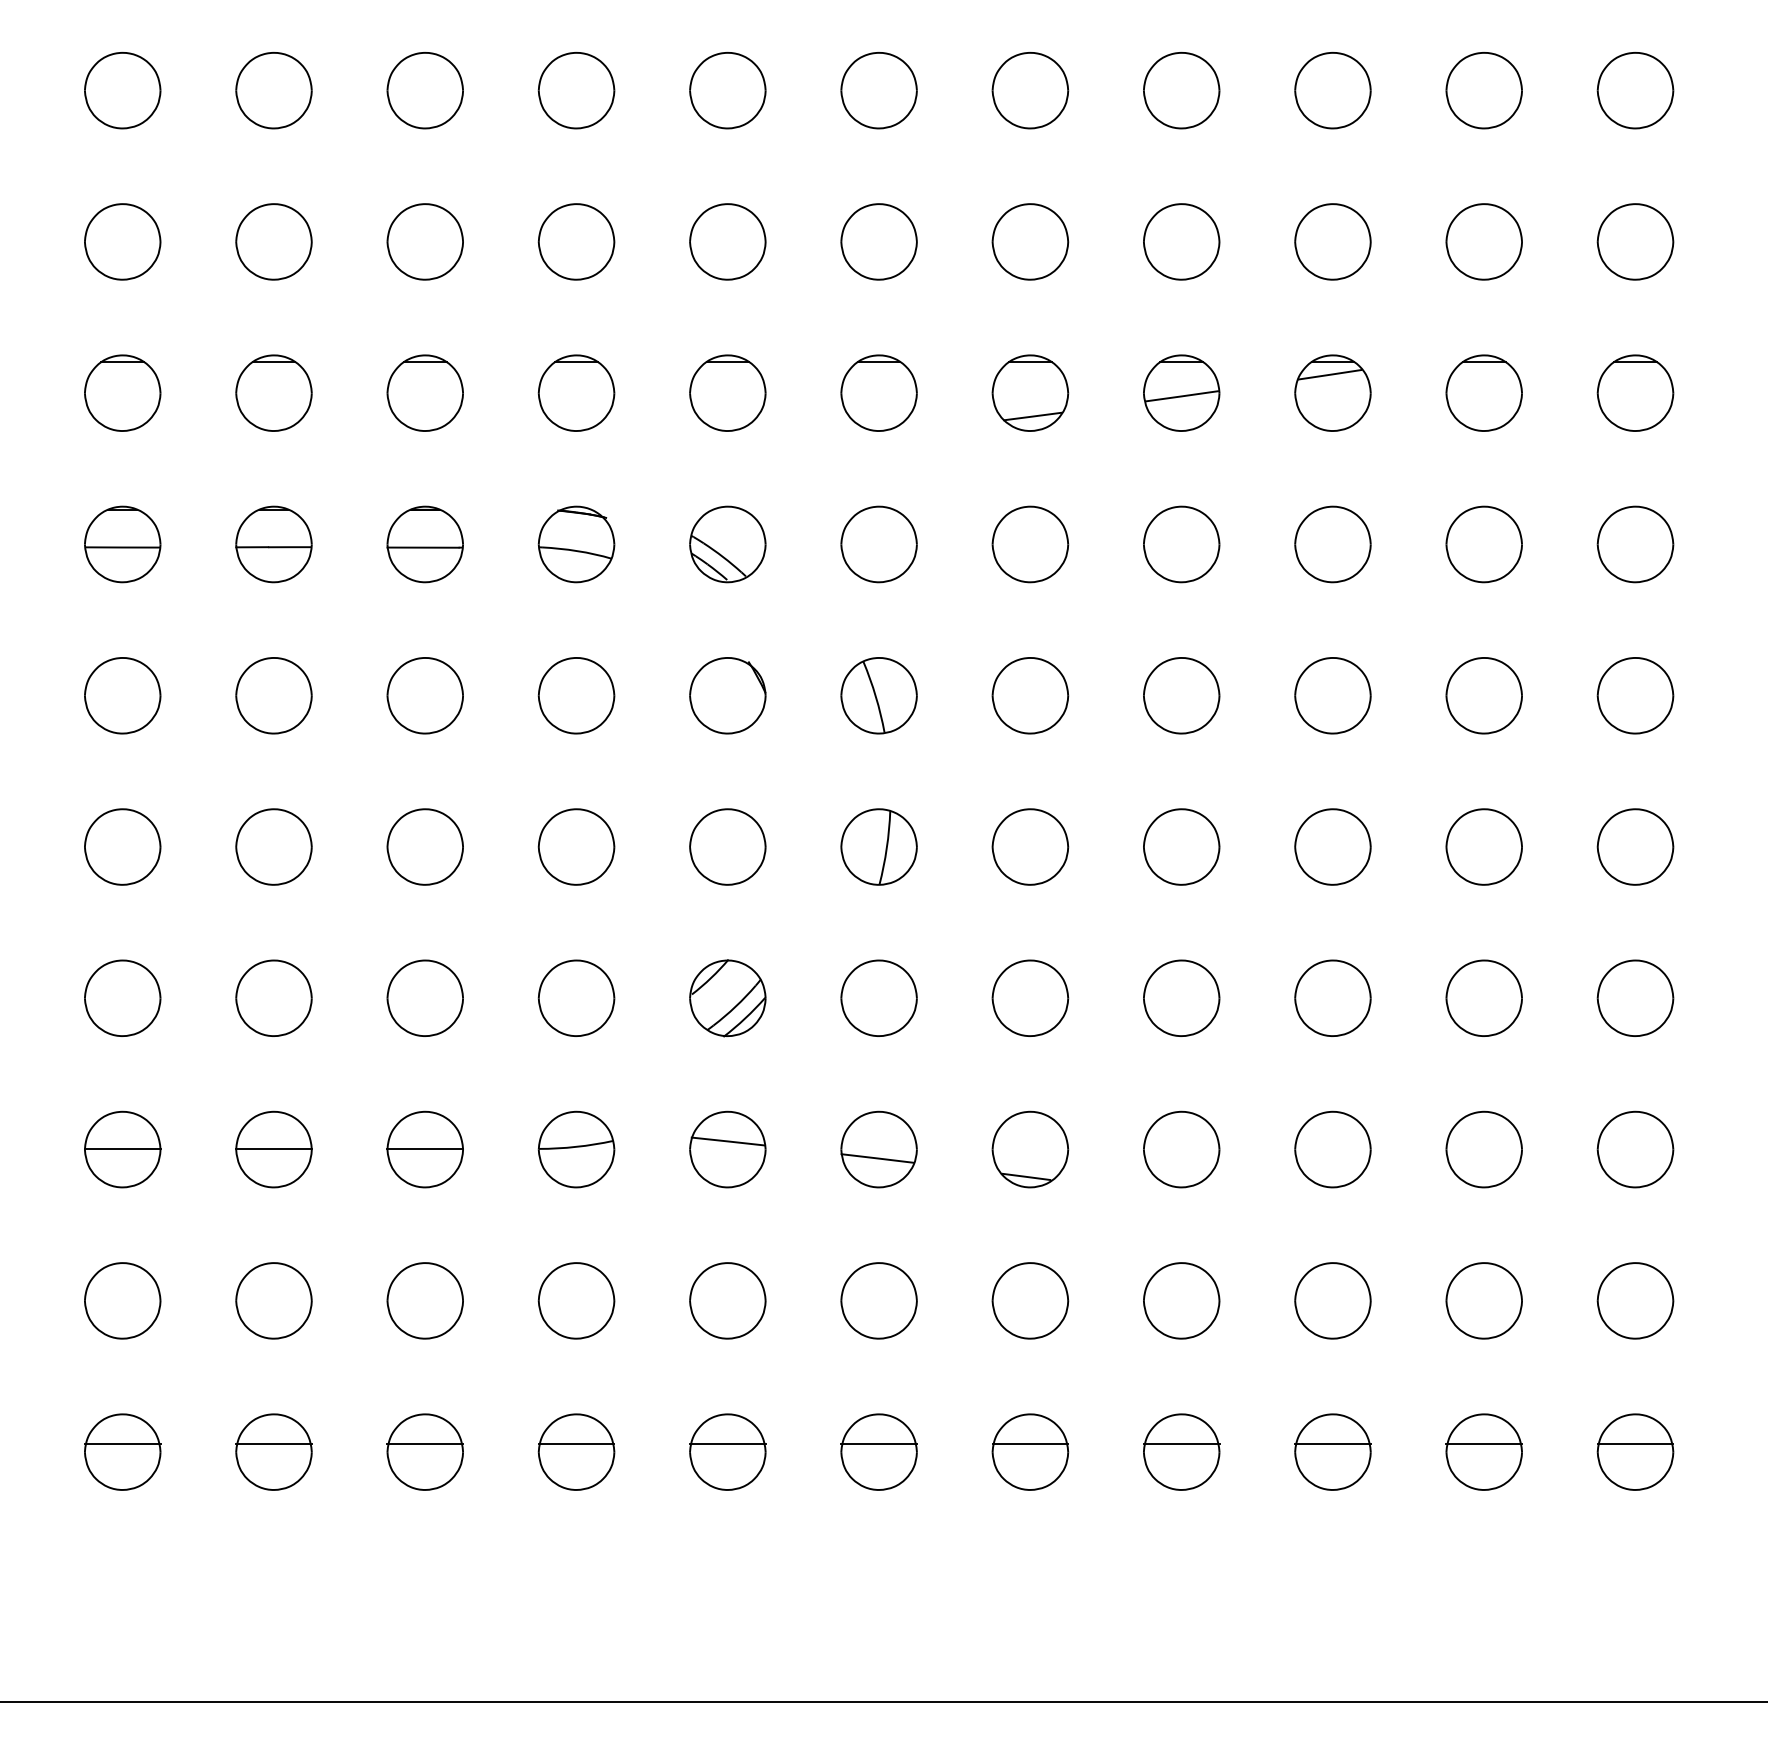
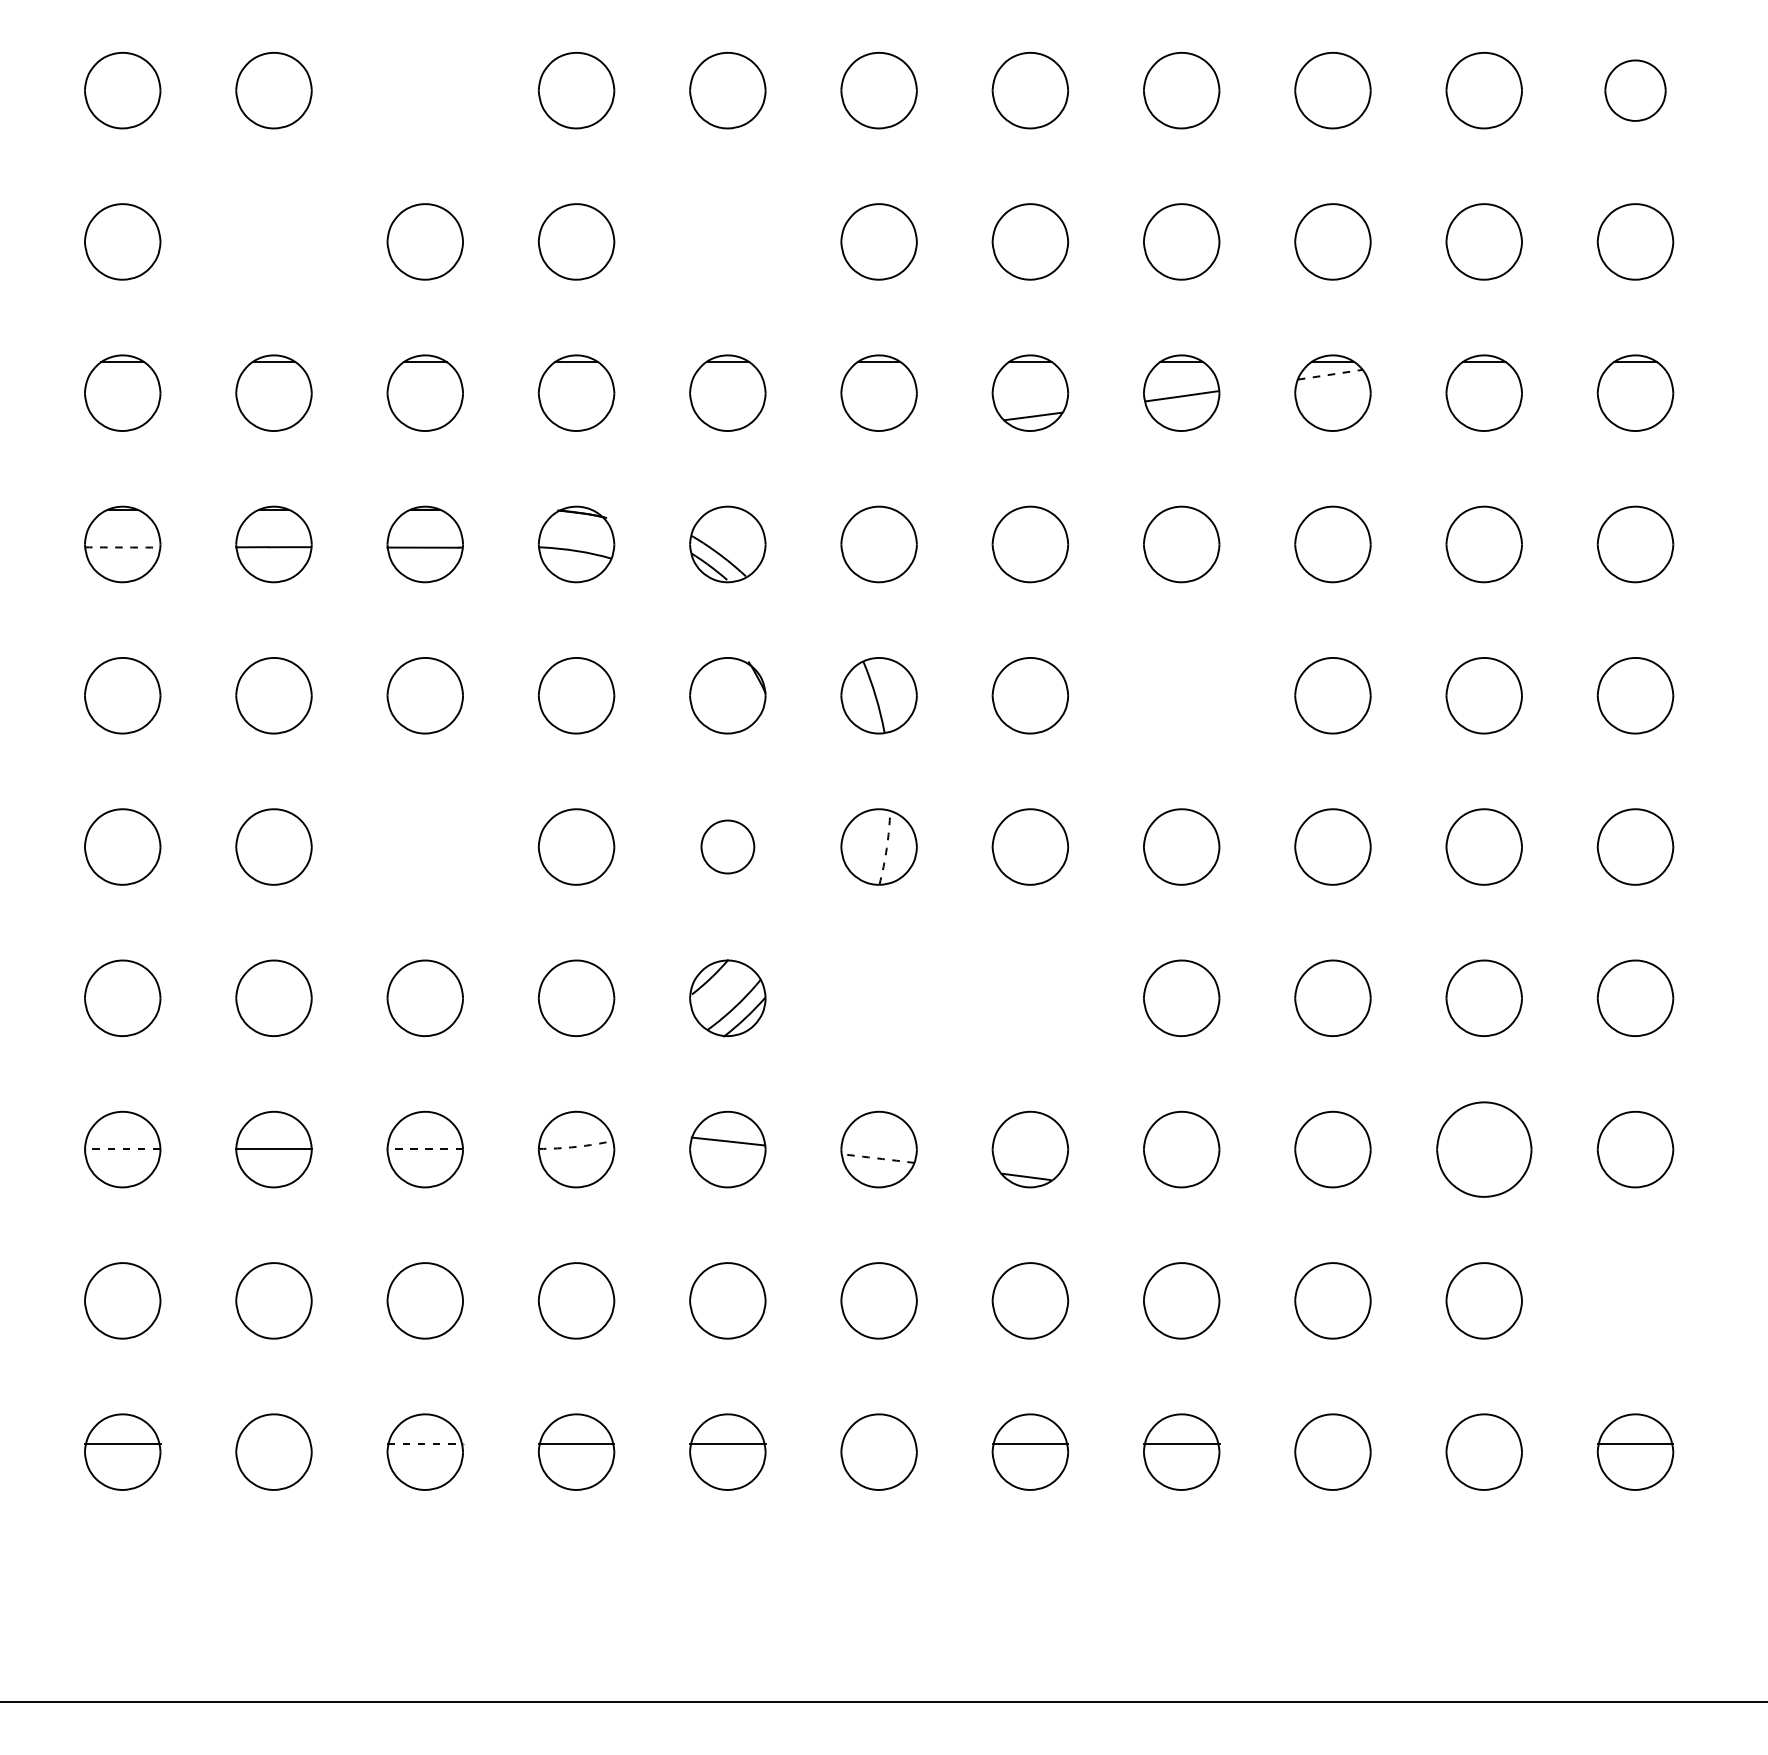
part at (424, 90): present -> none
part at (1635, 90) size: 79x78 px -> 63x63 px
part at (273, 241): present -> none
part at (727, 241): present -> none
arc at (1329, 374): solid -> dashed
arc at (122, 547): solid -> dashed
part at (1181, 695): present -> none
part at (424, 846): present -> none
part at (727, 846) size: 78x78 px -> 56x56 px
arc at (886, 848): solid -> dashed
part at (878, 997): present -> none
part at (1030, 997): present -> none
arc at (576, 1146): solid -> dashed
line at (122, 1148): solid -> dashed
line at (425, 1148): solid -> dashed
part at (1483, 1149) size: 78x79 px -> 97x97 px
arc at (877, 1158): solid -> dashed
part at (1635, 1300): present -> none
line at (273, 1443): present -> none
line at (425, 1443): solid -> dashed
line at (878, 1443): present -> none
line at (1332, 1443): present -> none
line at (1484, 1443): present -> none
